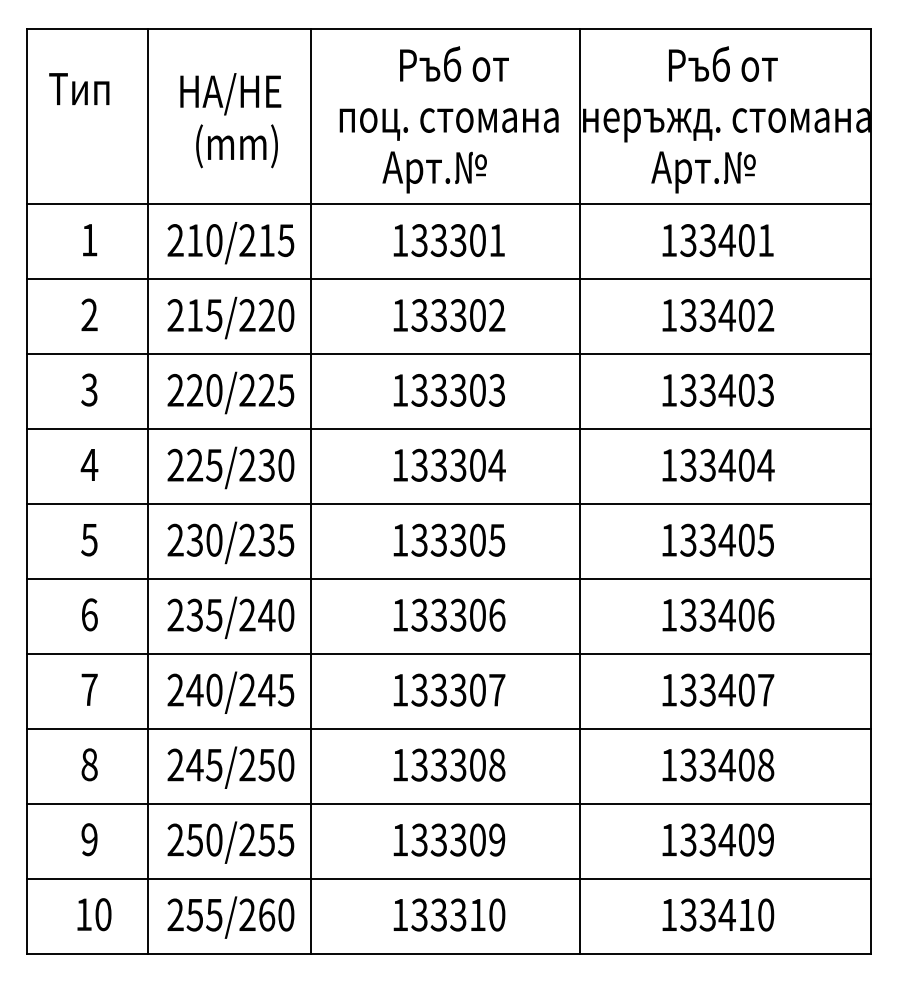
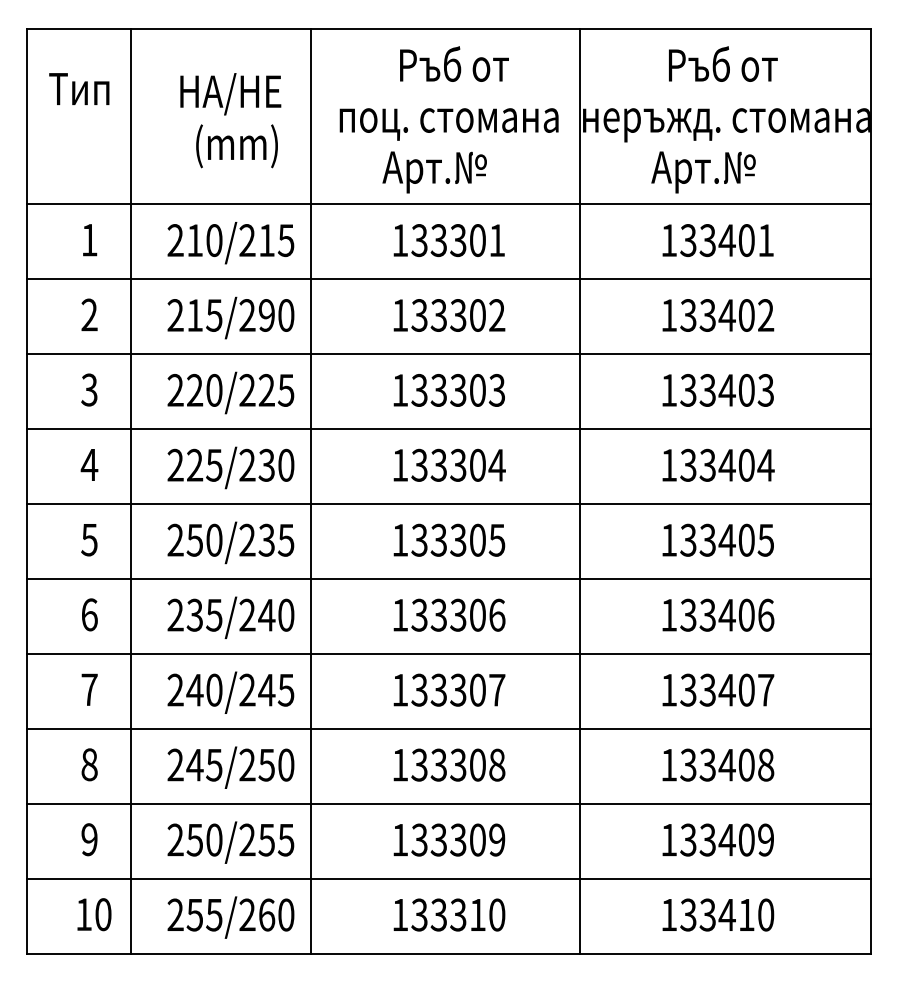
text at (266, 315): 215/220 -> 215/290
line at (148, 491) position: (148, 491) -> (131, 491)
text at (194, 539): 230/235 -> 250/235
